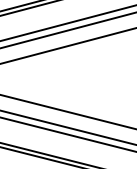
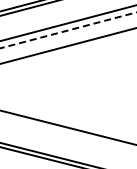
line at (67, 30): solid -> dashed
line at (67, 111): present -> none
line at (67, 134): present -> none
